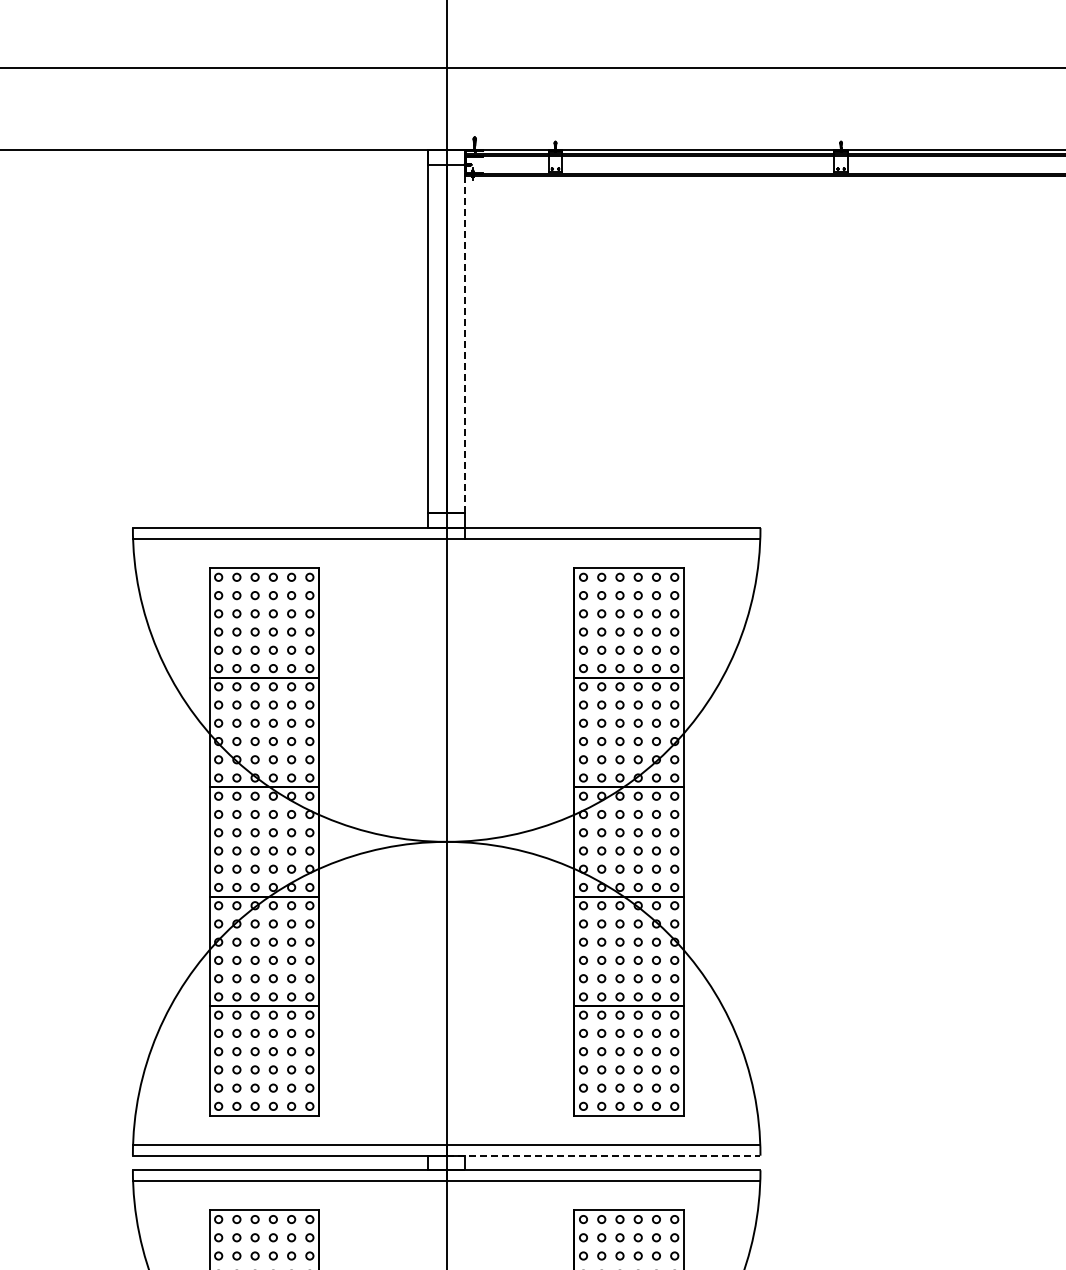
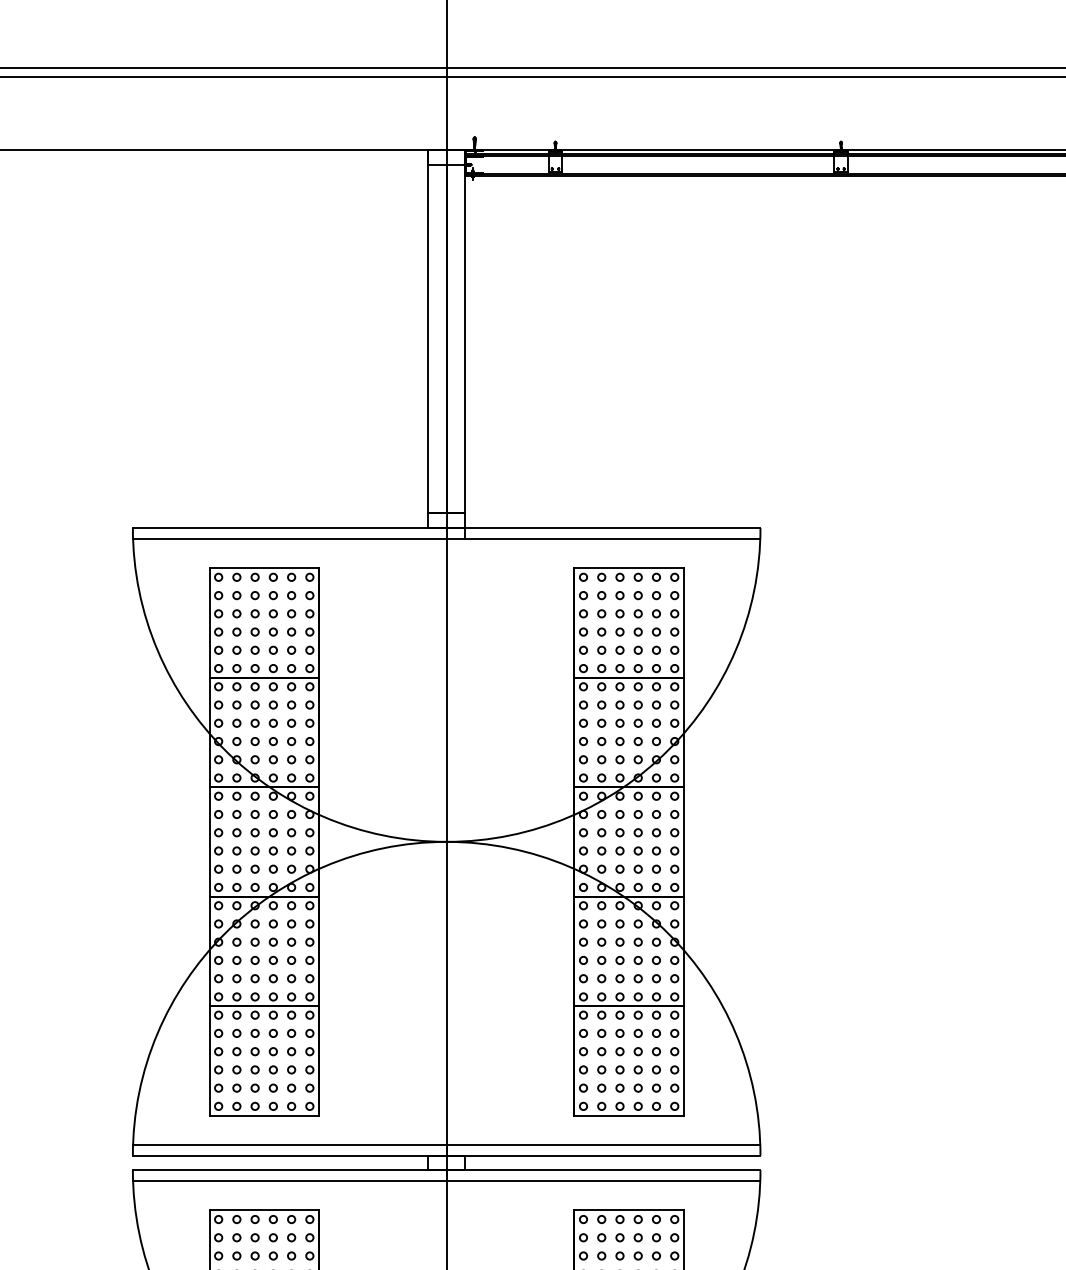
line at (532, 77): none -> present
line at (464, 331): dashed -> solid
line at (603, 1155): dashed -> solid
